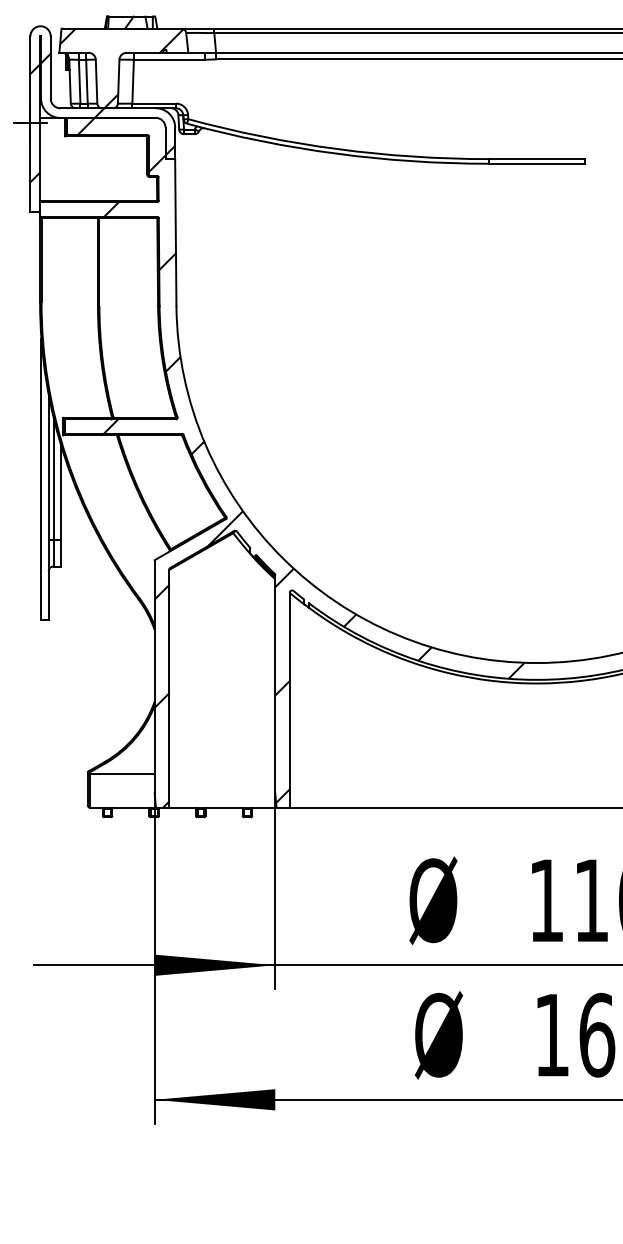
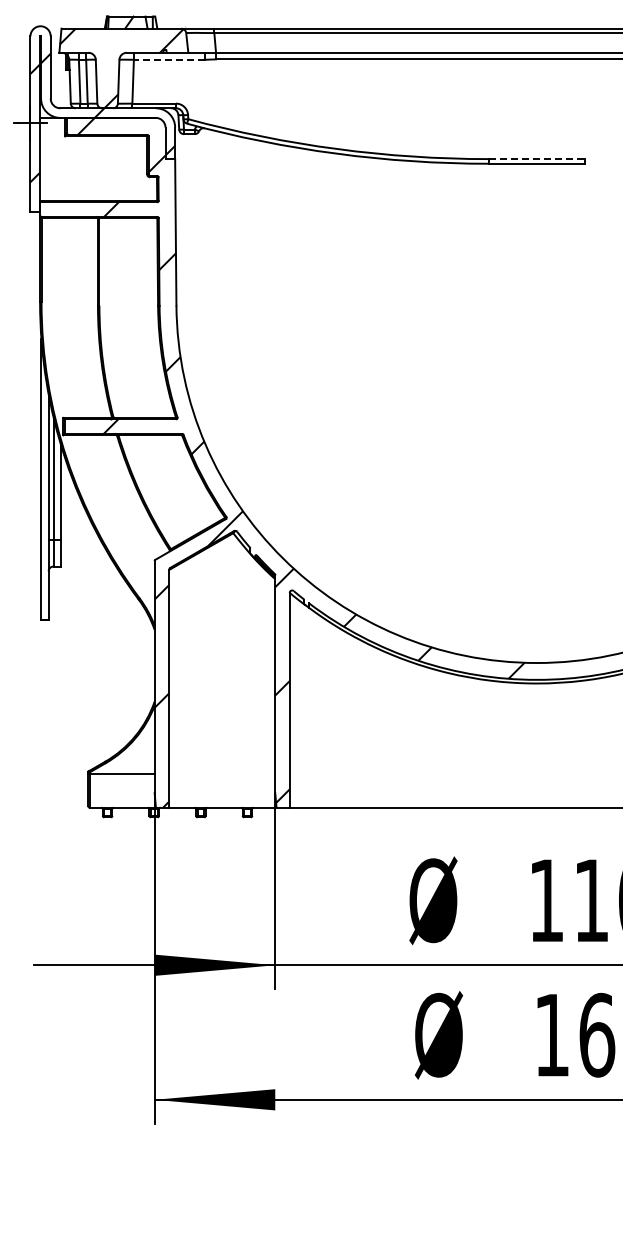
line at (168, 59): solid -> dashed
line at (537, 159): solid -> dashed
